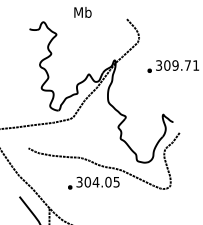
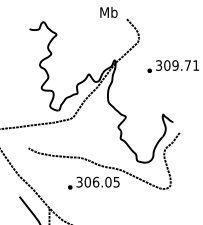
text at (82, 12) position: (82, 12) -> (108, 12)
text at (95, 181): 304.05 -> 306.05
